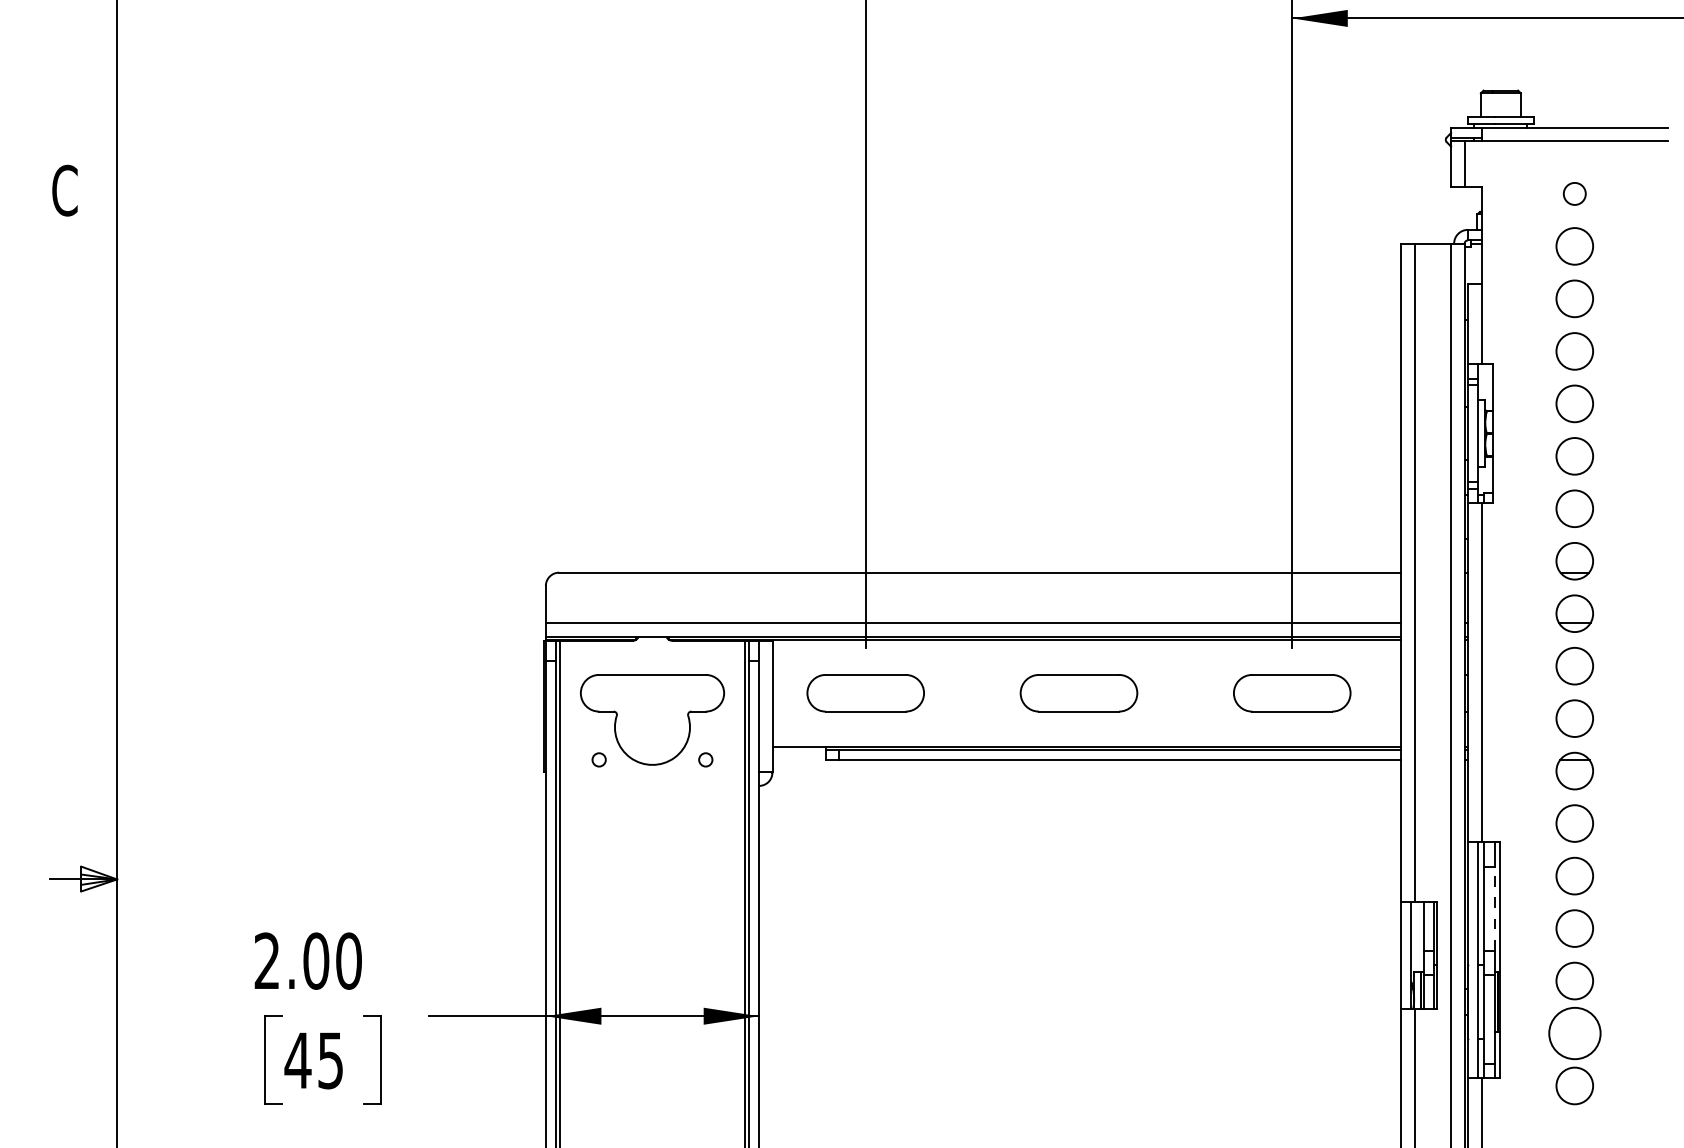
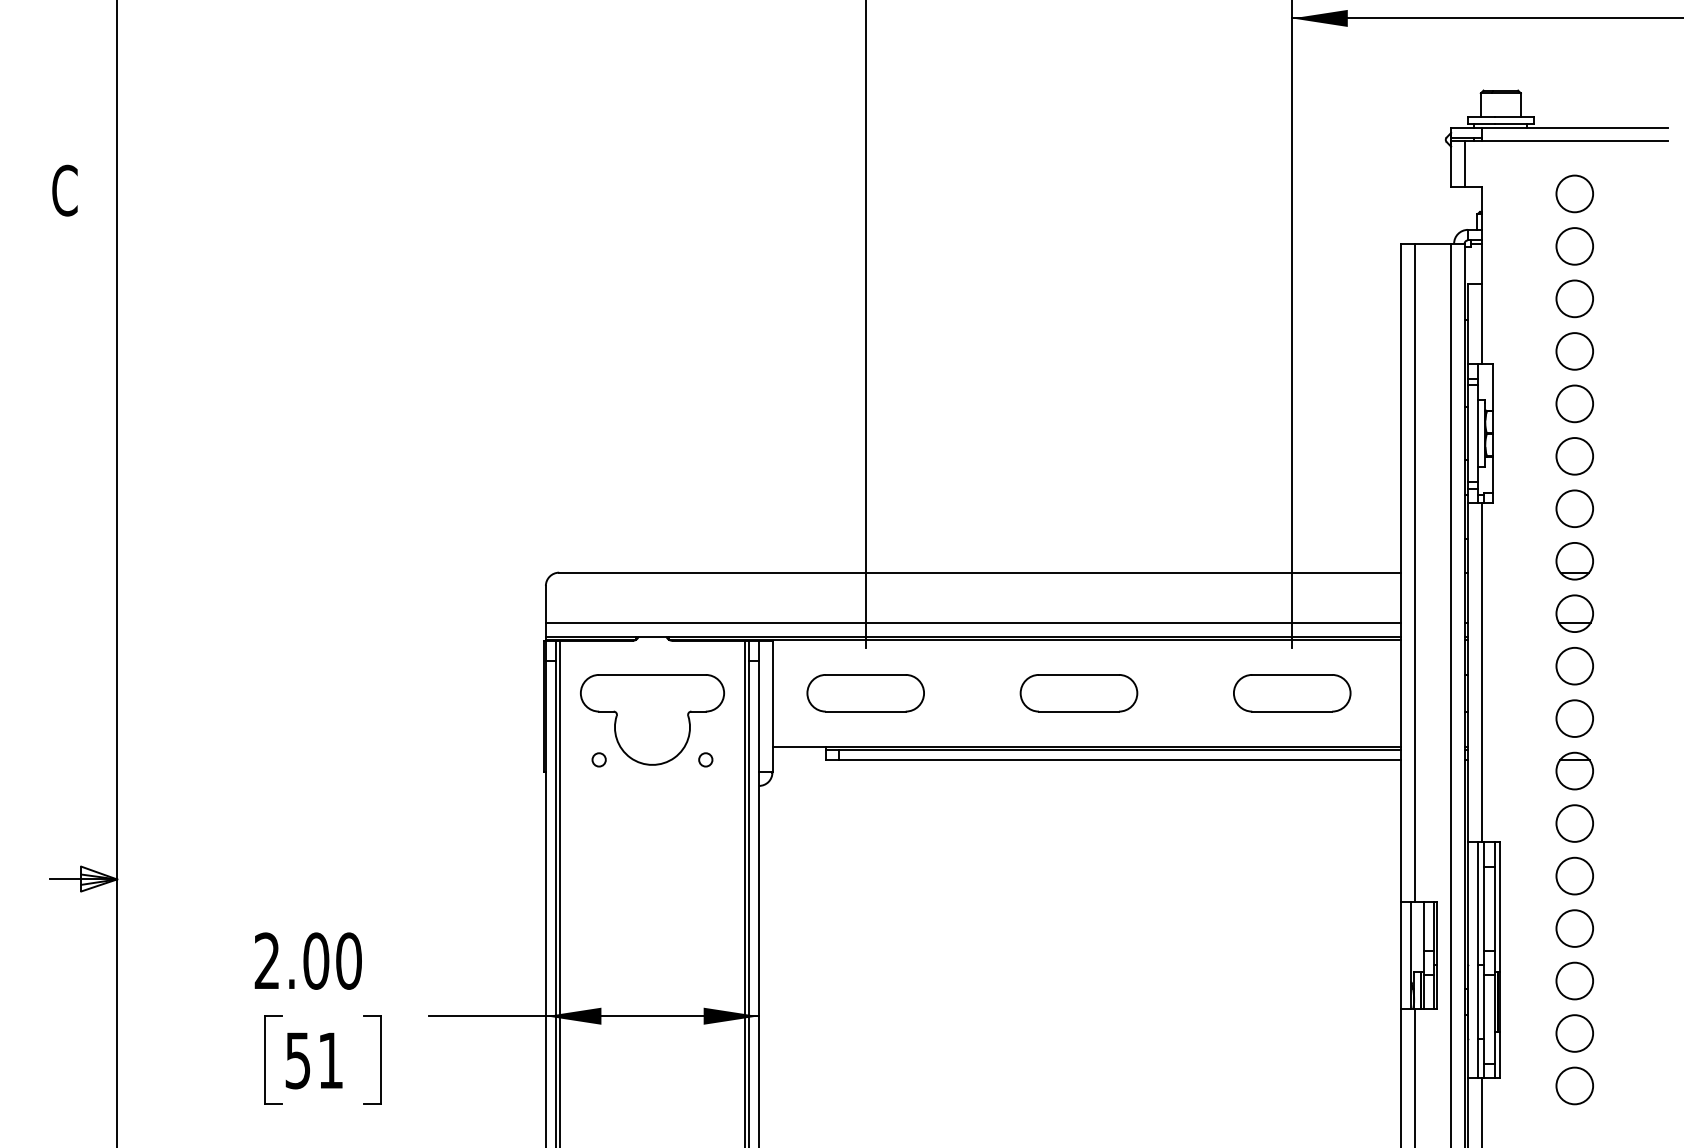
circle at (1574, 193) diameter: 22 px -> 37 px
line at (1494, 908): dashed -> solid
circle at (1574, 1033) size: 54x54 px -> 39x39 px
text at (313, 1060): 45 -> 51
